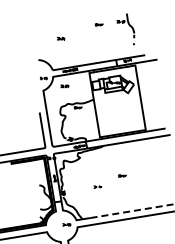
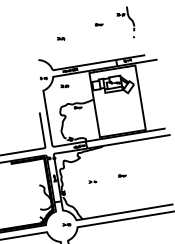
part at (125, 29) position: (125, 29) -> (125, 22)
part at (97, 186) position: (97, 186) -> (92, 181)
line at (132, 211): dashed -> solid
